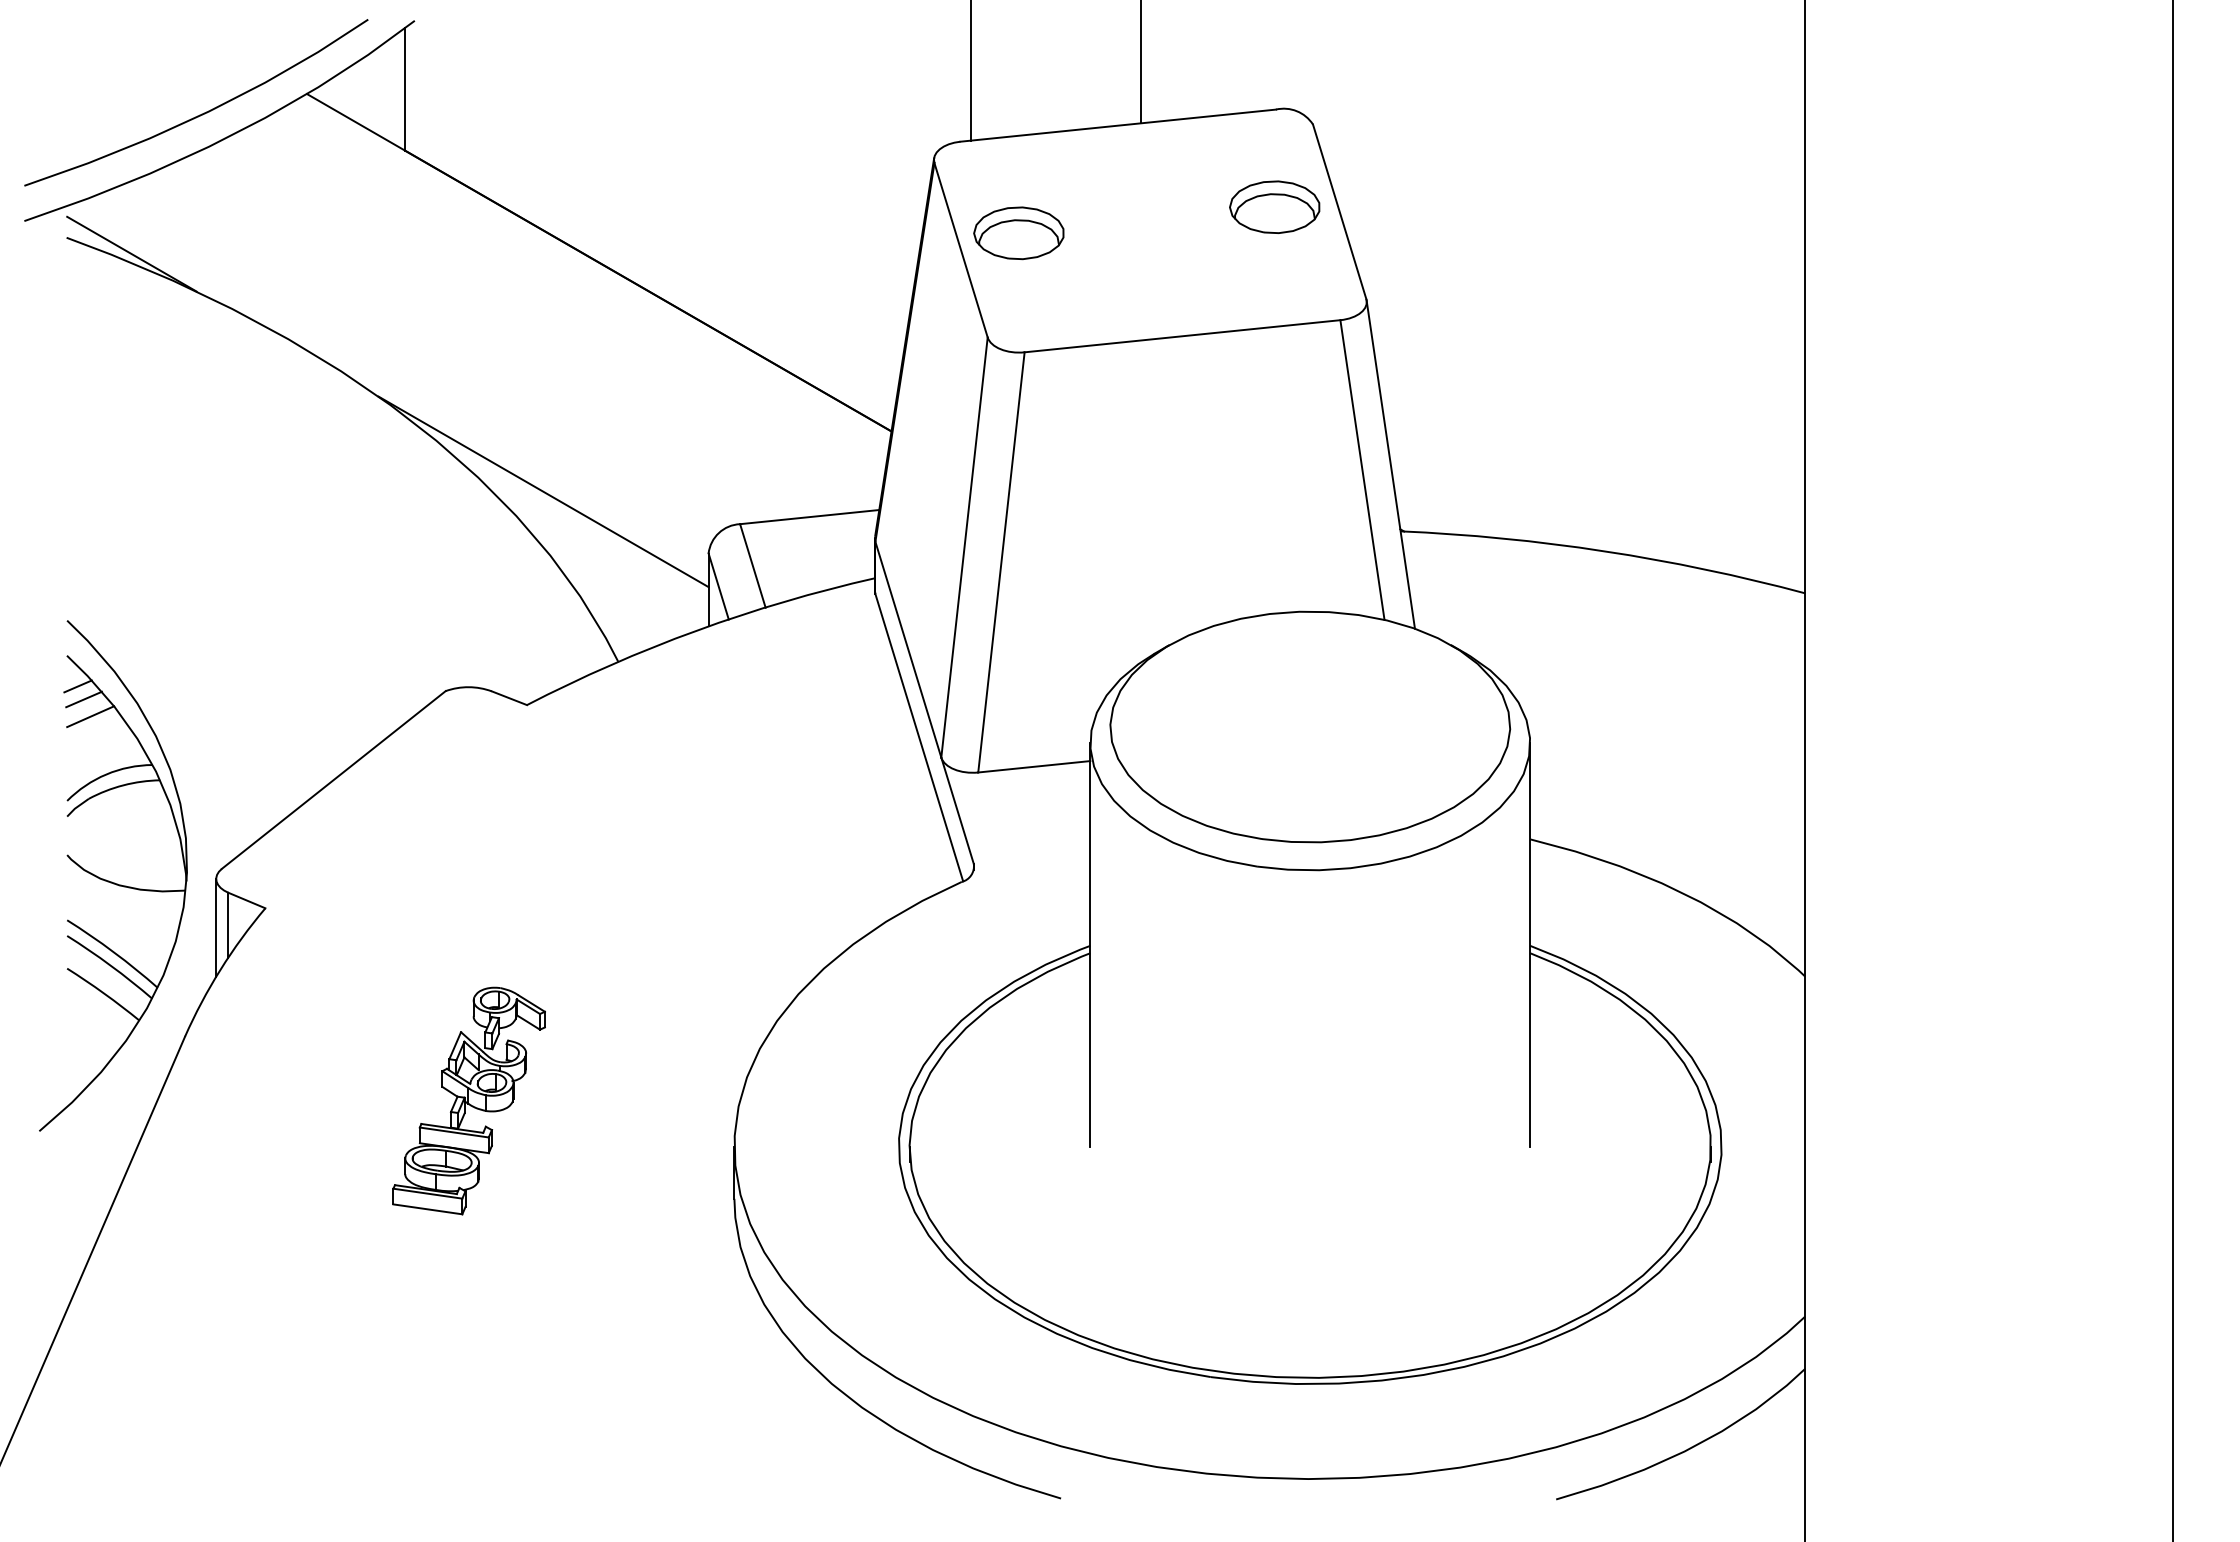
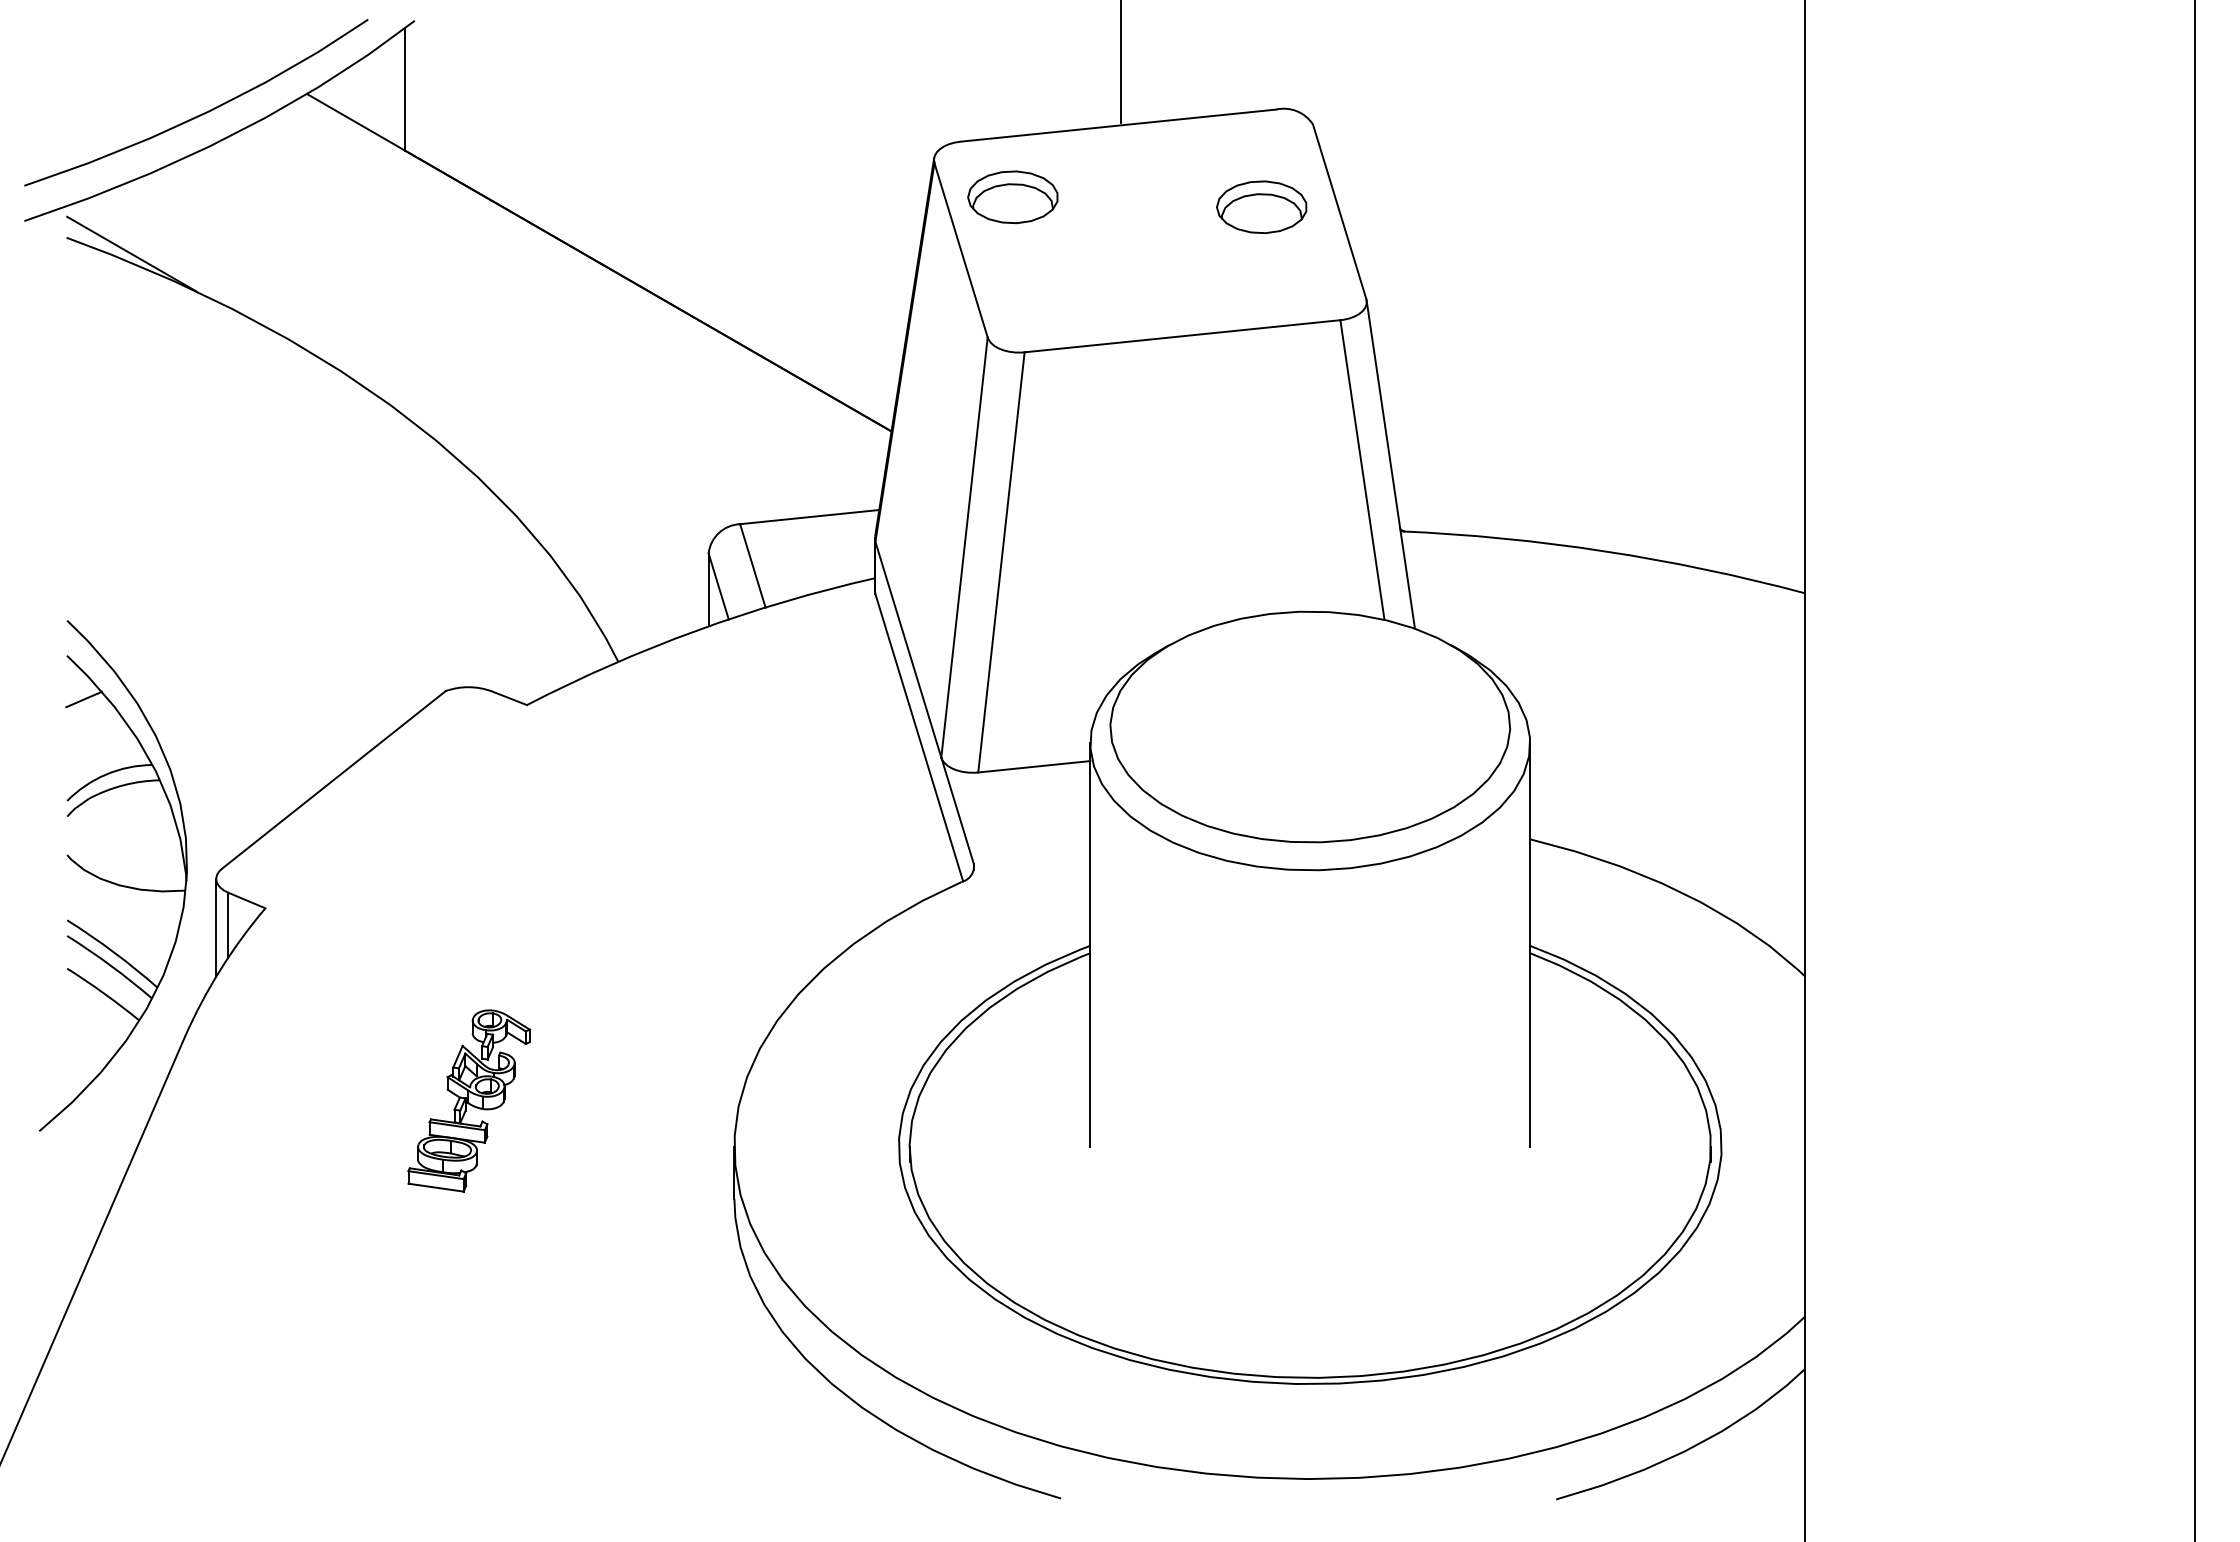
line at (1140, 62) position: (1140, 62) -> (1120, 62)
line at (970, 71): present -> none
part at (1274, 206) position: (1274, 206) -> (1261, 206)
part at (1018, 233) position: (1018, 233) -> (1012, 197)
line at (543, 491): present -> none
line at (77, 686): present -> none
line at (90, 716): present -> none
line at (2172, 770) position: (2172, 770) -> (2194, 770)
part at (468, 1100) size: 154x230 px -> 124x184 px
